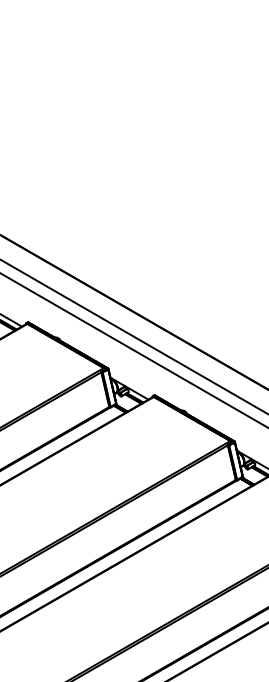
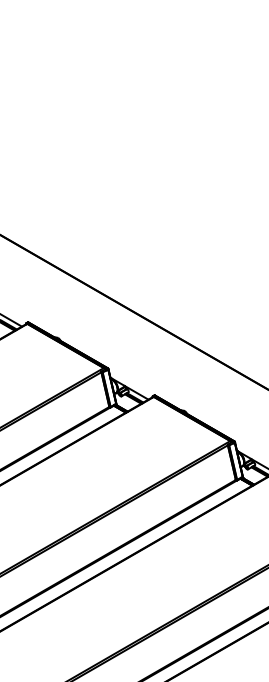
line at (133, 336): present -> none
line at (133, 350): present -> none
